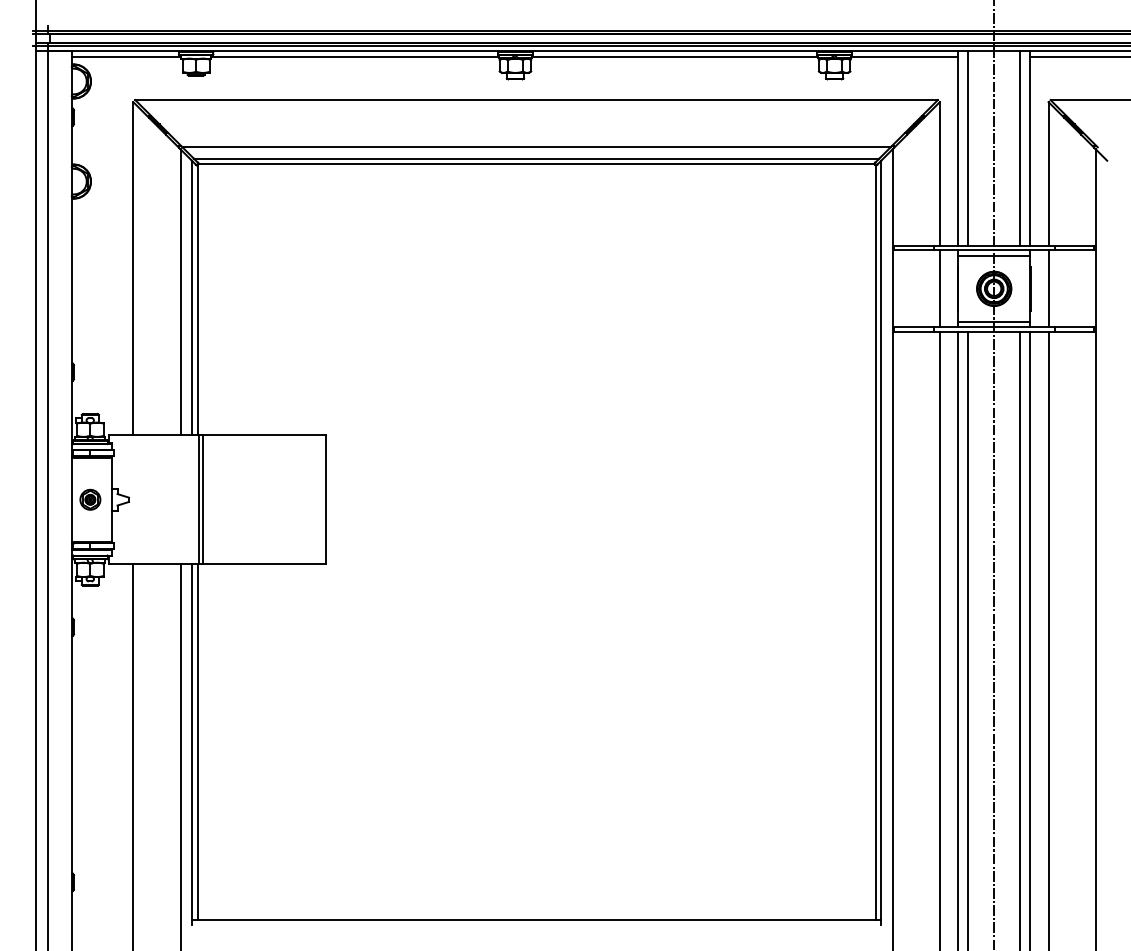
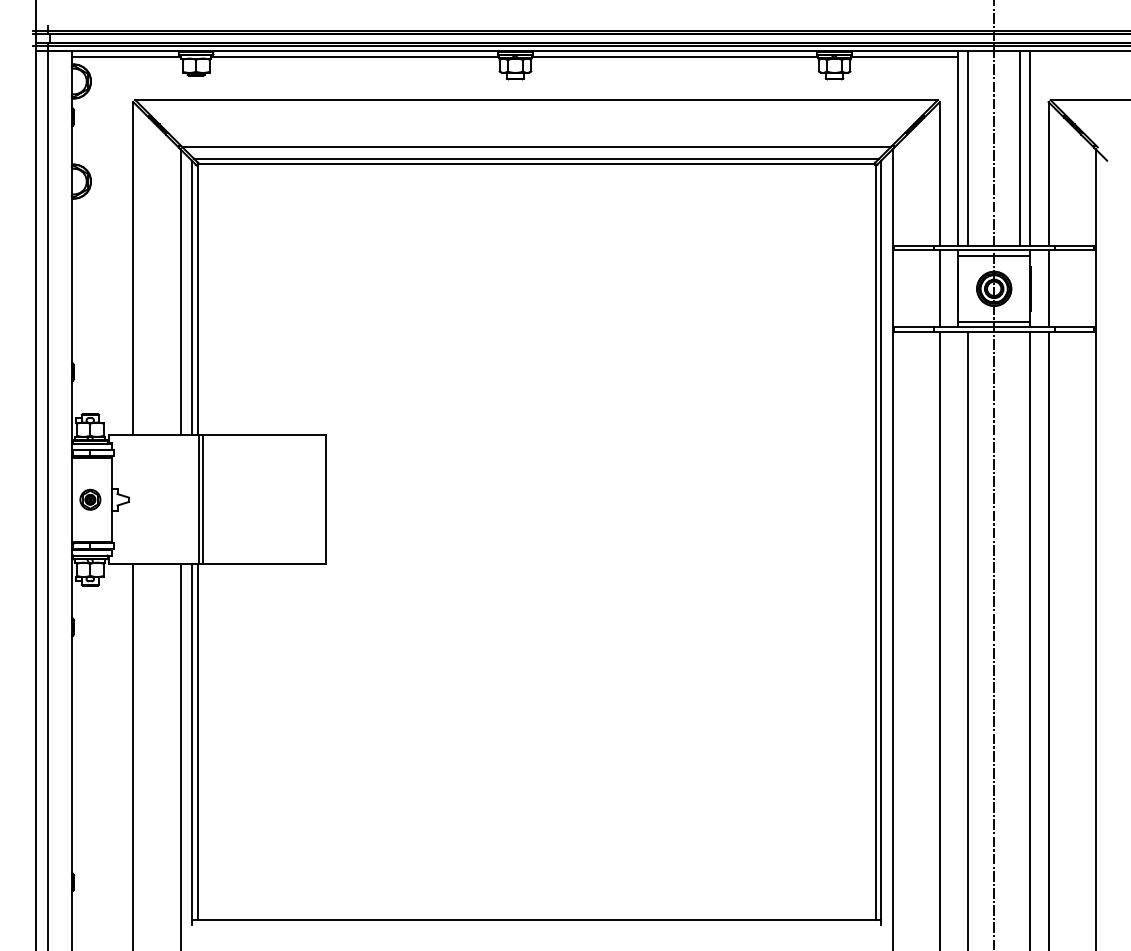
line at (1078, 57): present -> none
line at (958, 639): present -> none
line at (1019, 639): present -> none
